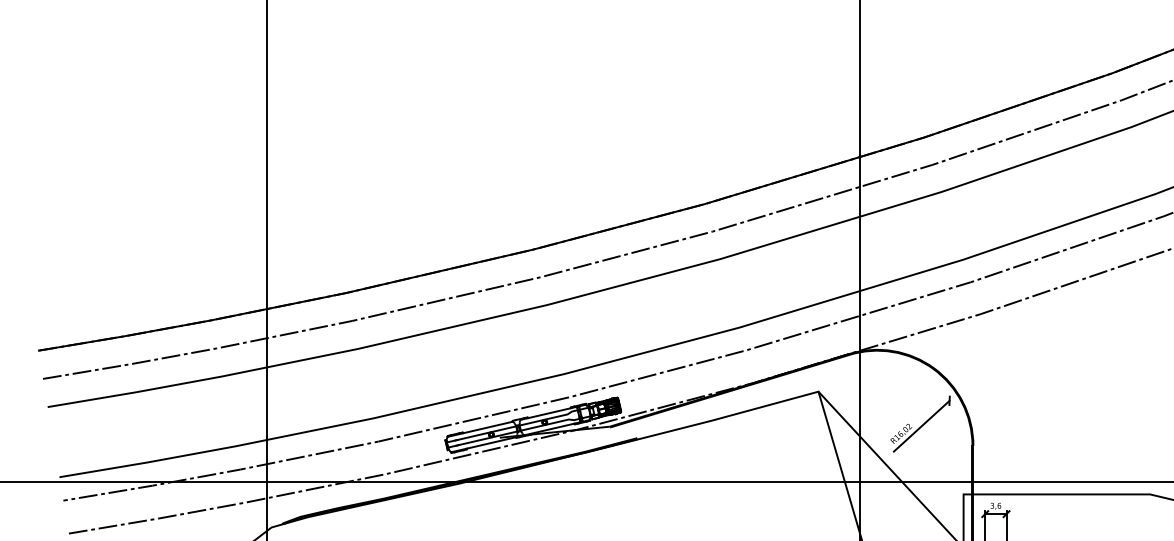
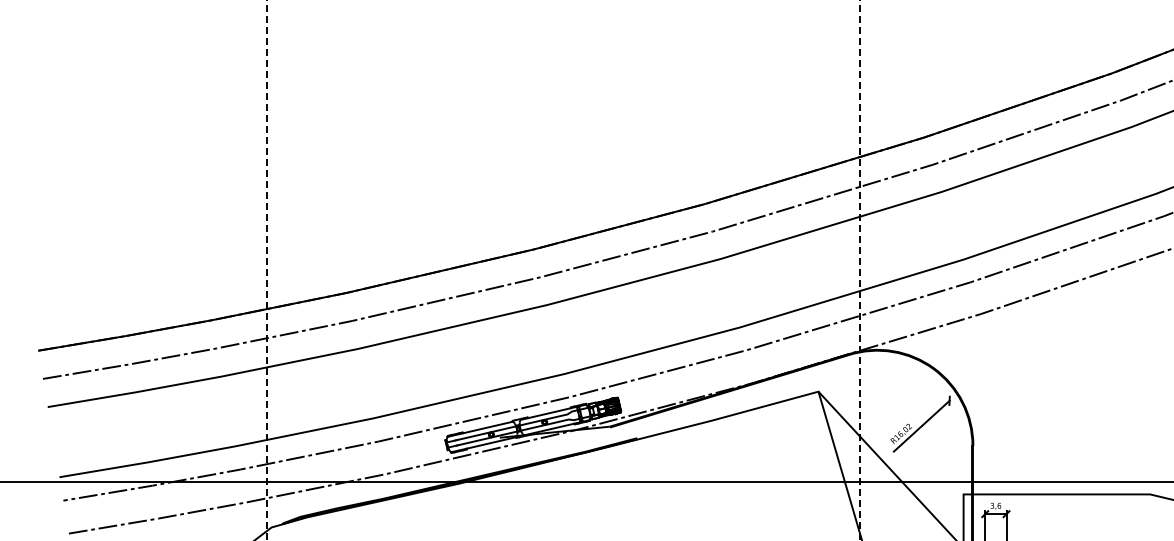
line at (267, 269): solid -> dashed
line at (859, 269): solid -> dashed
